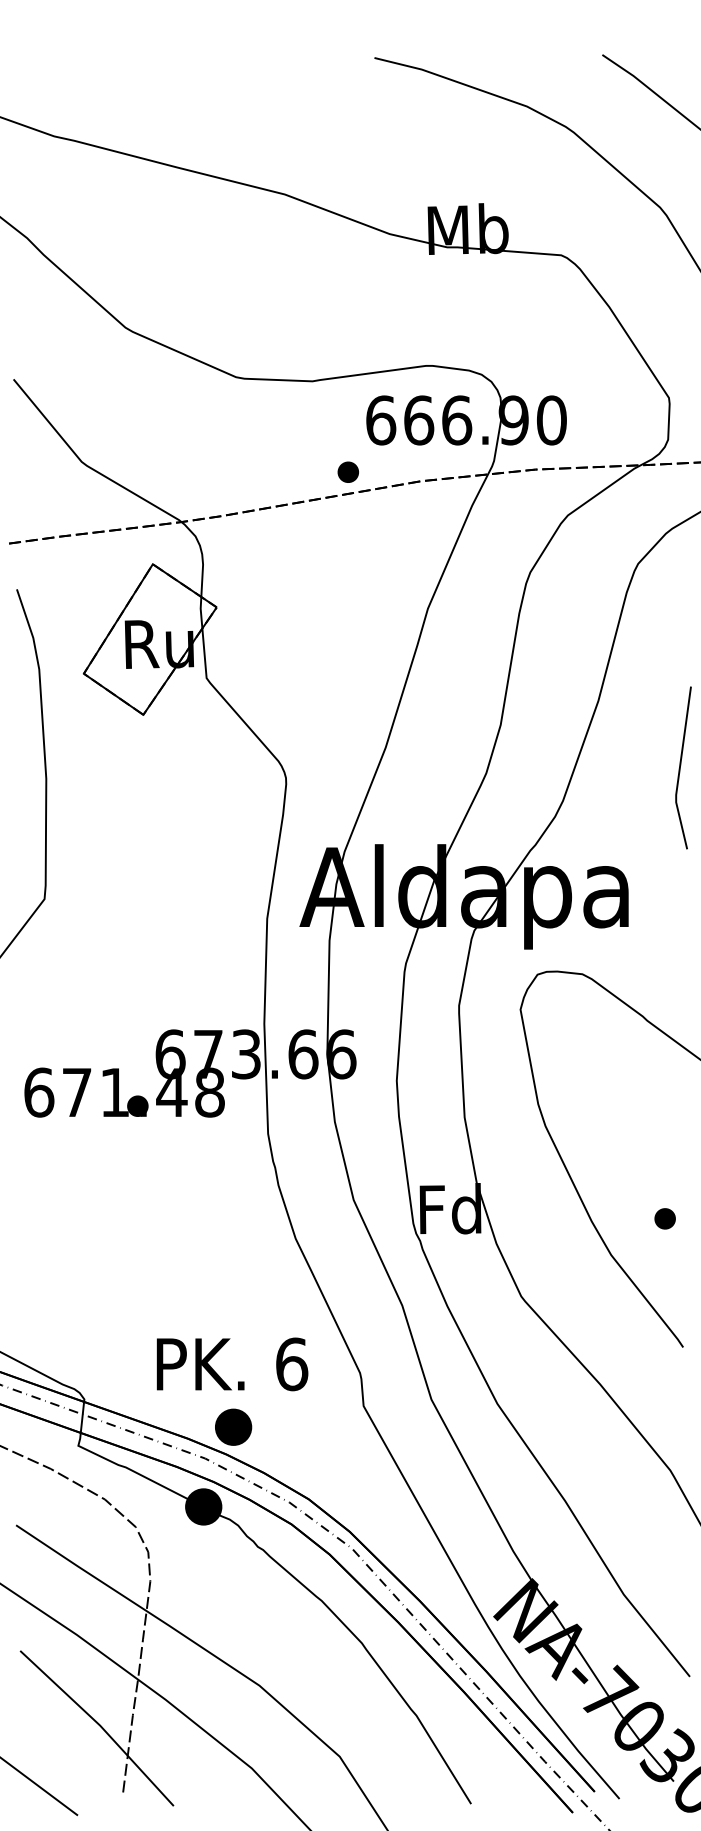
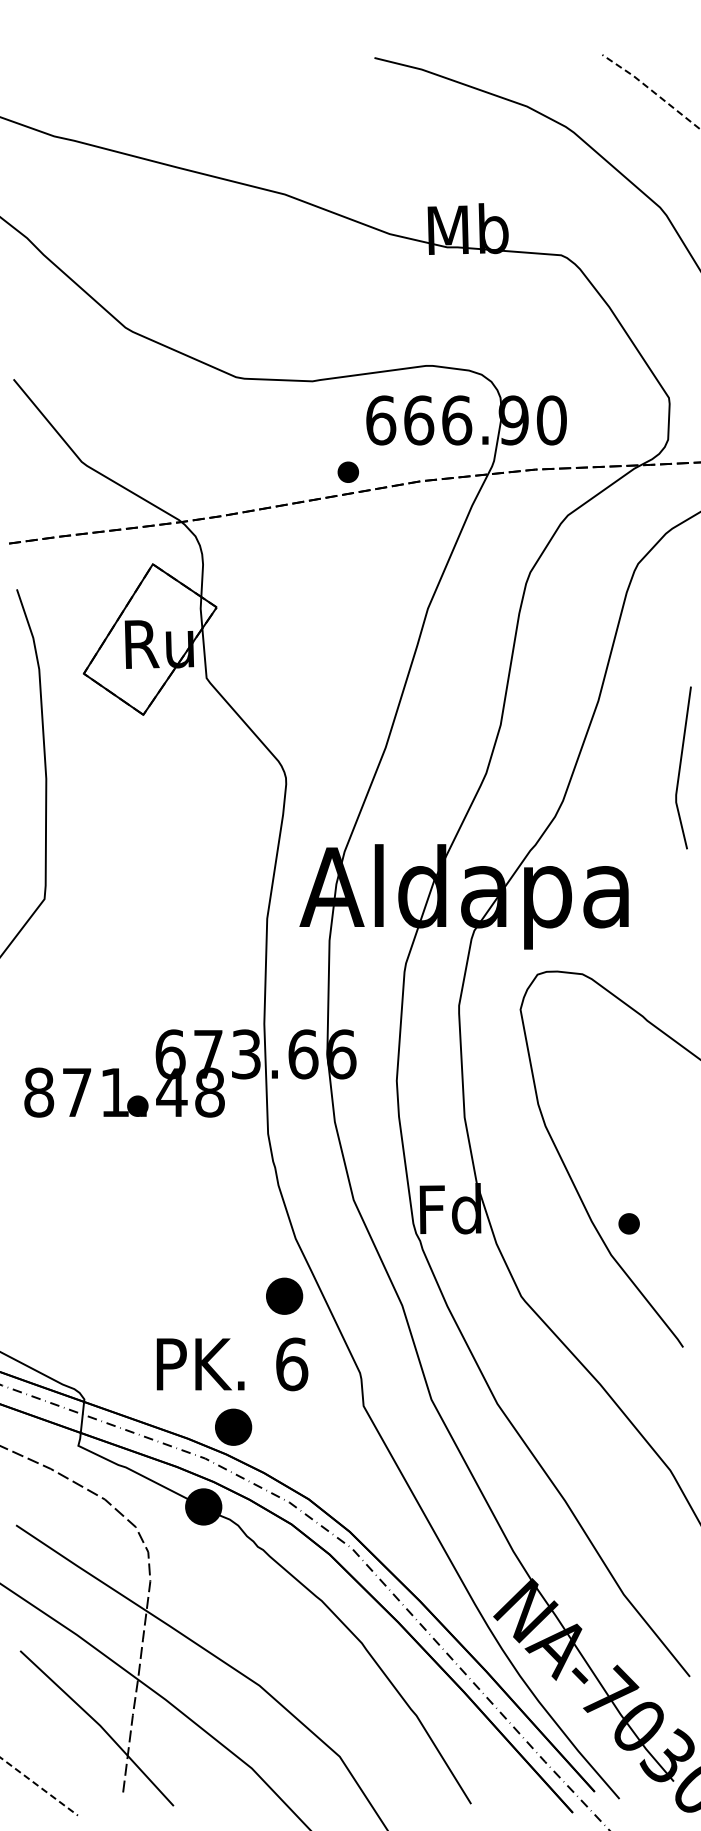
line at (651, 90): solid -> dashed
text at (39, 1092): 671.48 -> 871.48
part at (664, 1218) position: (664, 1218) -> (628, 1223)
part at (284, 1295): none -> present
line at (39, 1786): solid -> dashed
